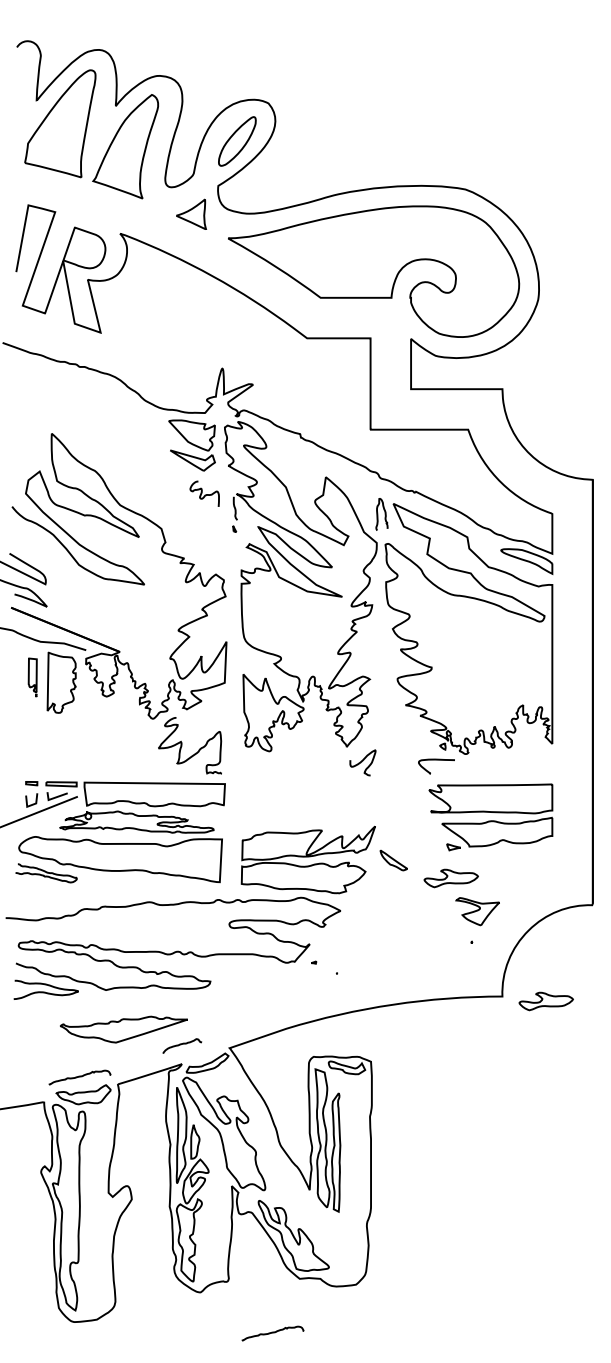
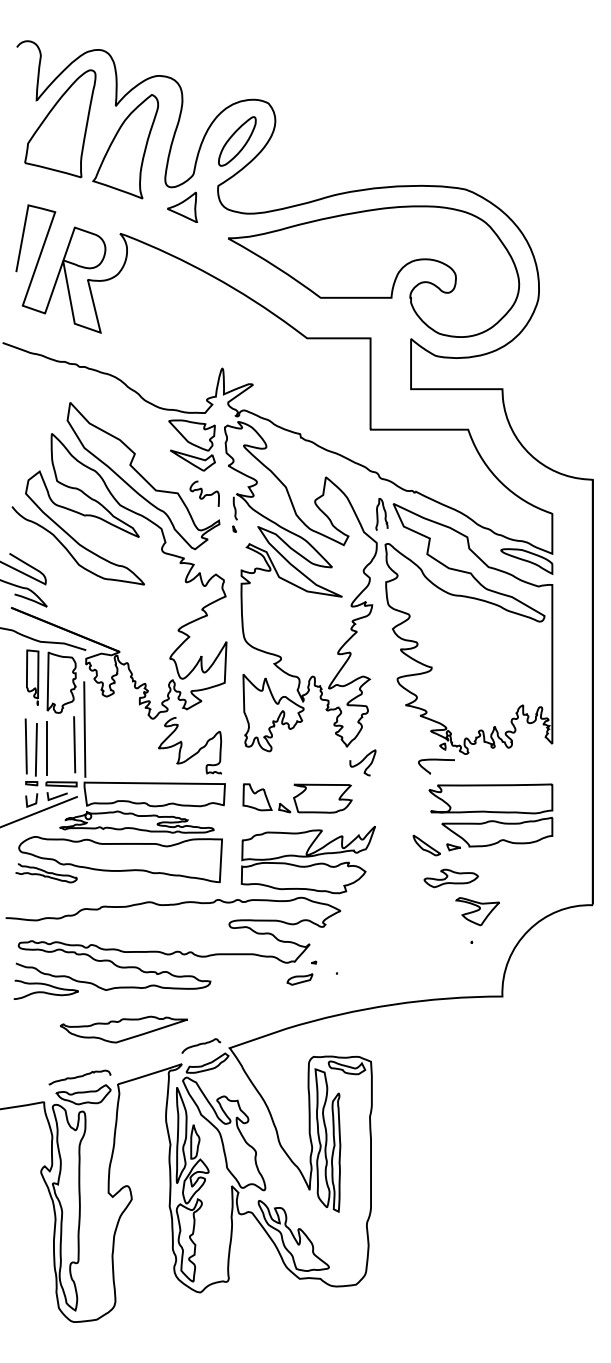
part at (191, 213) position: (191, 213) -> (182, 206)
part at (143, 476): none -> present
part at (32, 677) size: 11x41 px -> 14x57 px
line at (84, 729): none -> present
line at (74, 744): none -> present
line at (25, 746): none -> present
line at (47, 747): none -> present
line at (35, 749): none -> present
part at (297, 798): none -> present
part at (393, 860) position: (393, 860) -> (426, 845)
part at (299, 979): none -> present
part at (545, 1001): present -> none
curve at (182, 1044) position: (182, 1044) -> (201, 1044)
curve at (272, 1333): present -> none
